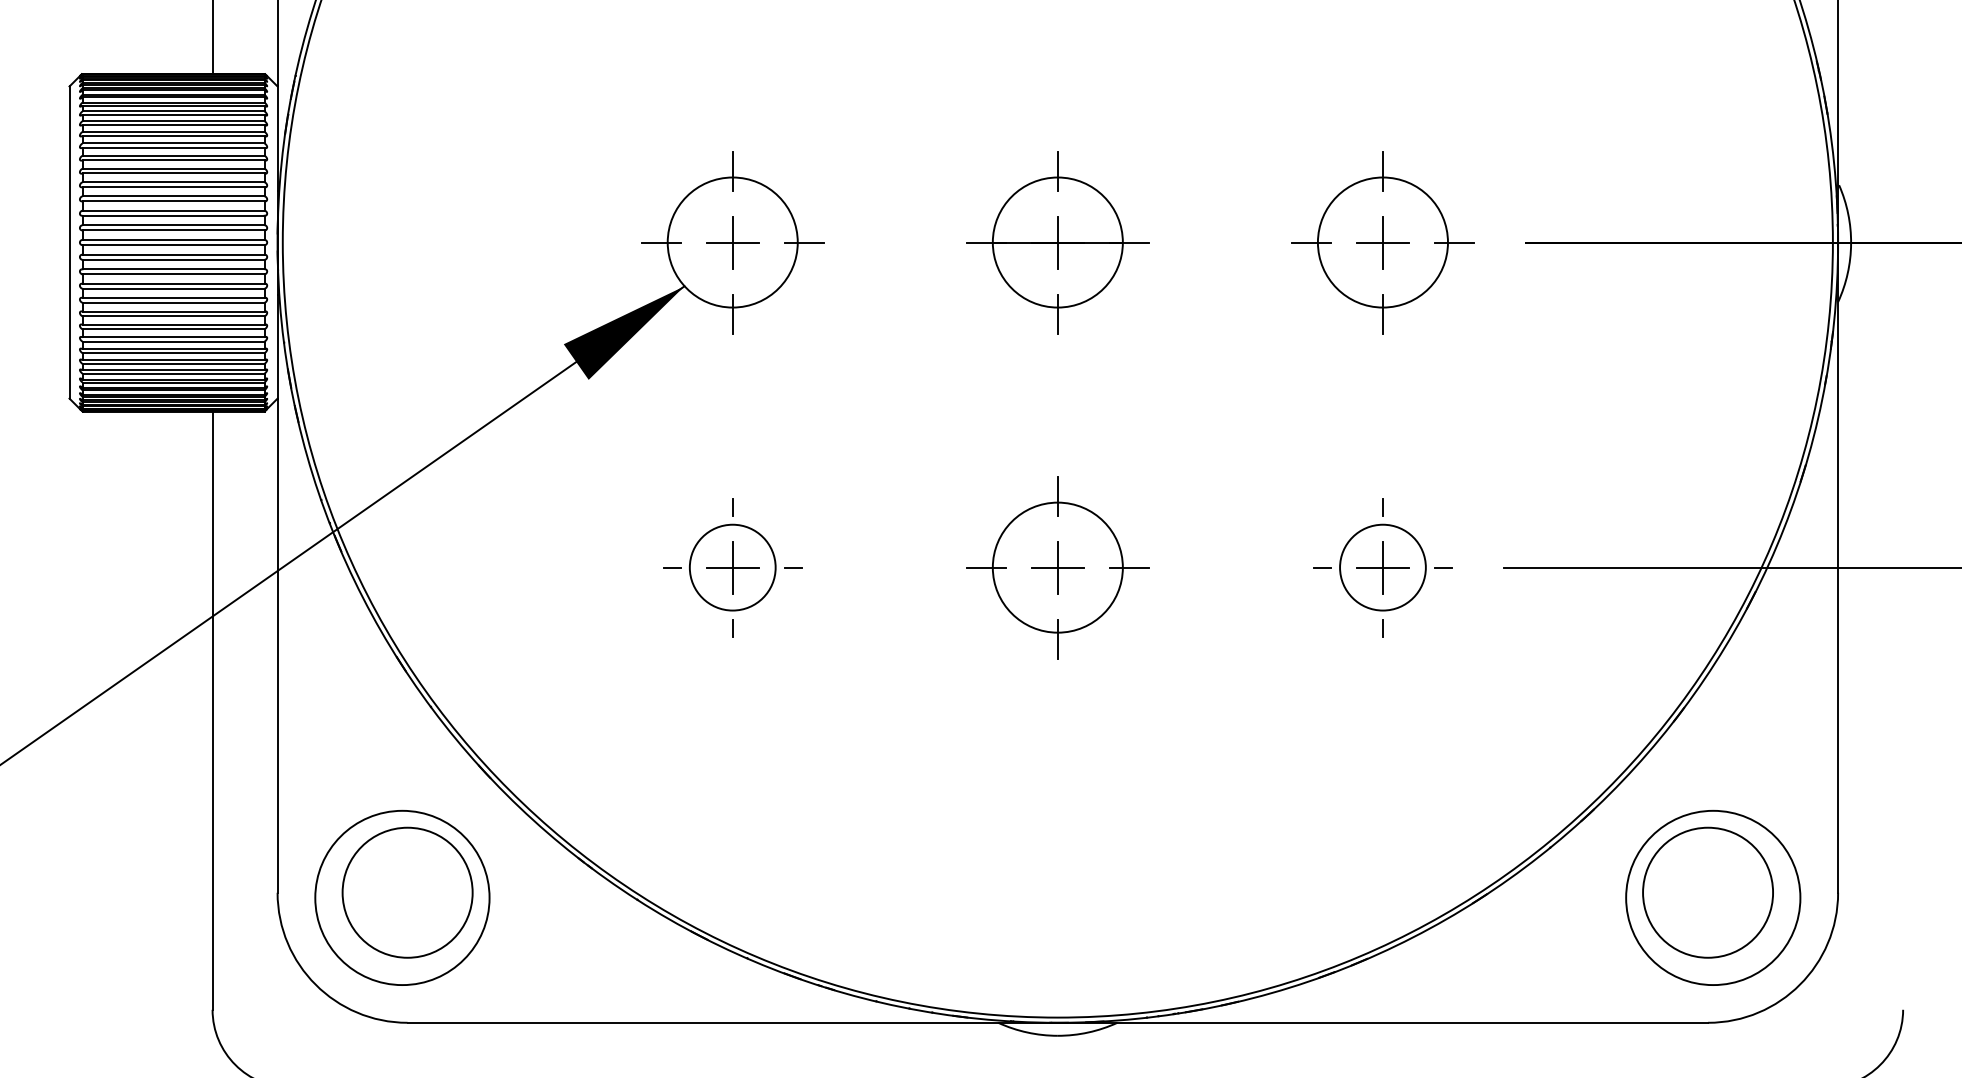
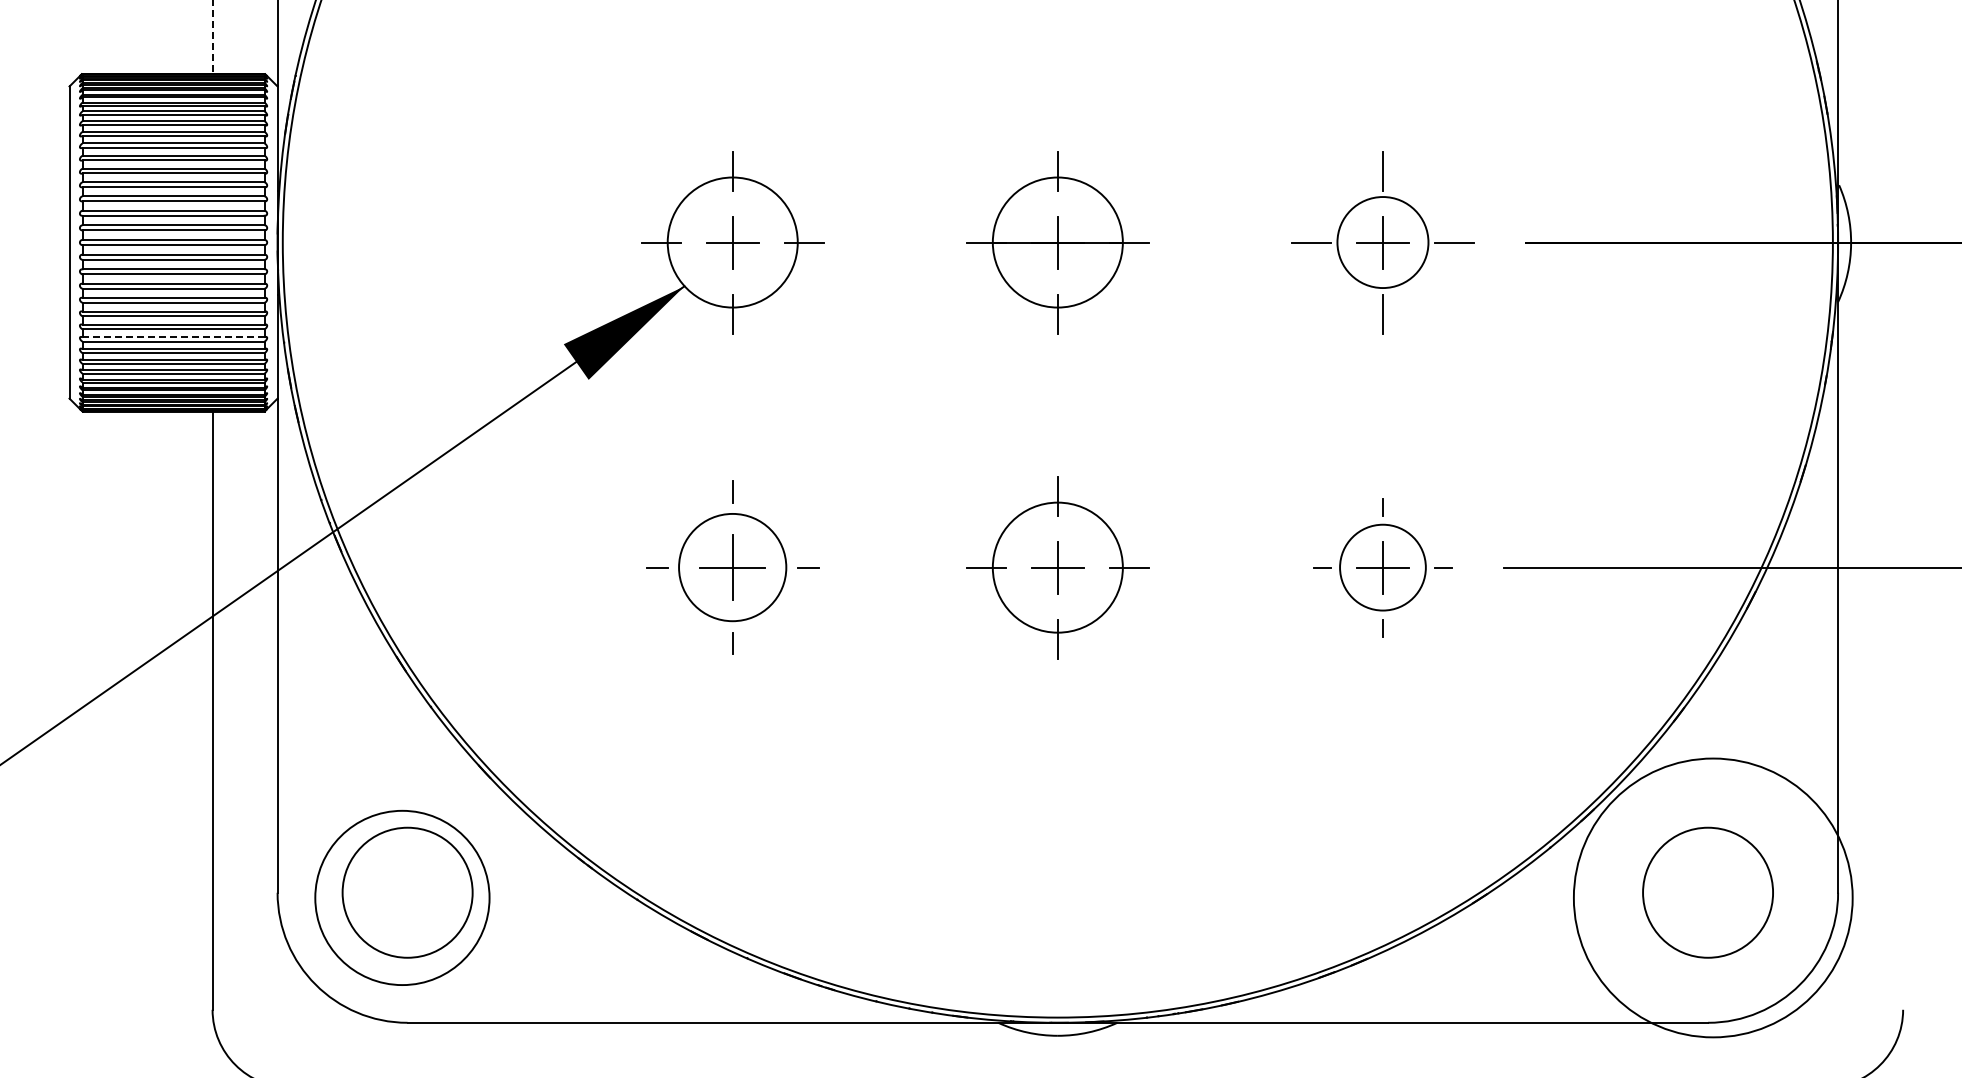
line at (212, 37): solid -> dashed
circle at (1382, 242) diameter: 130 px -> 91 px
line at (173, 337): solid -> dashed
part at (732, 567) size: 140x140 px -> 174x175 px
circle at (1713, 897) diameter: 174 px -> 279 px
